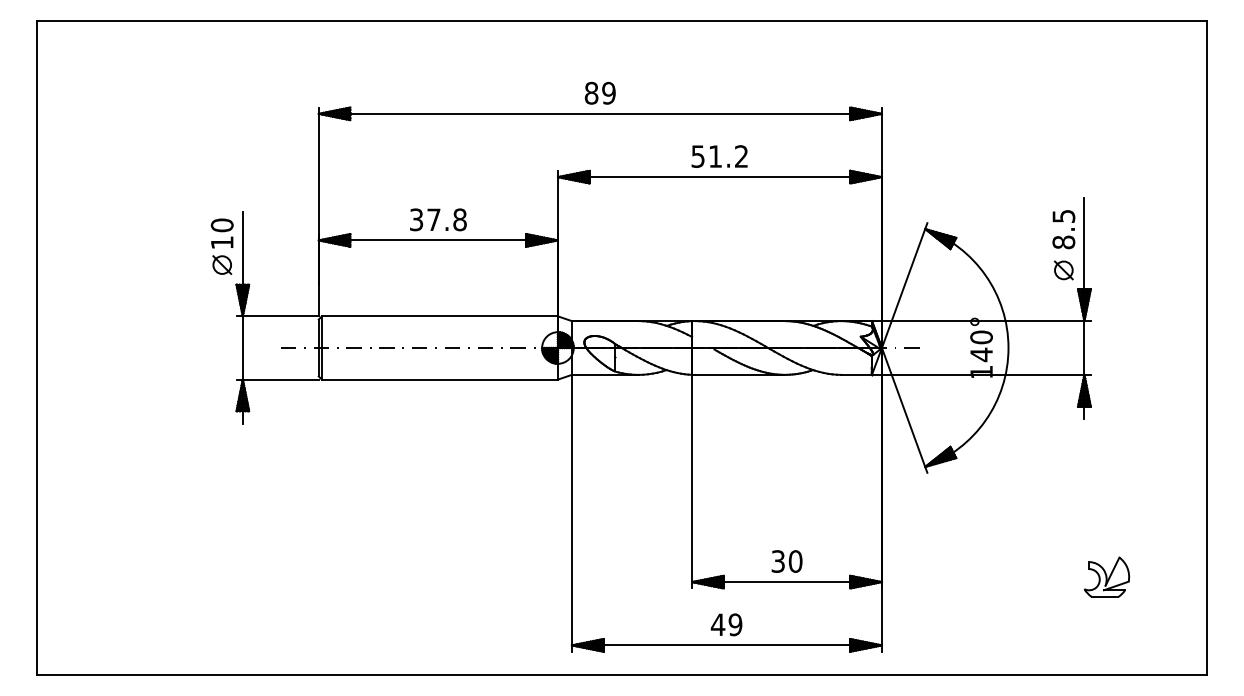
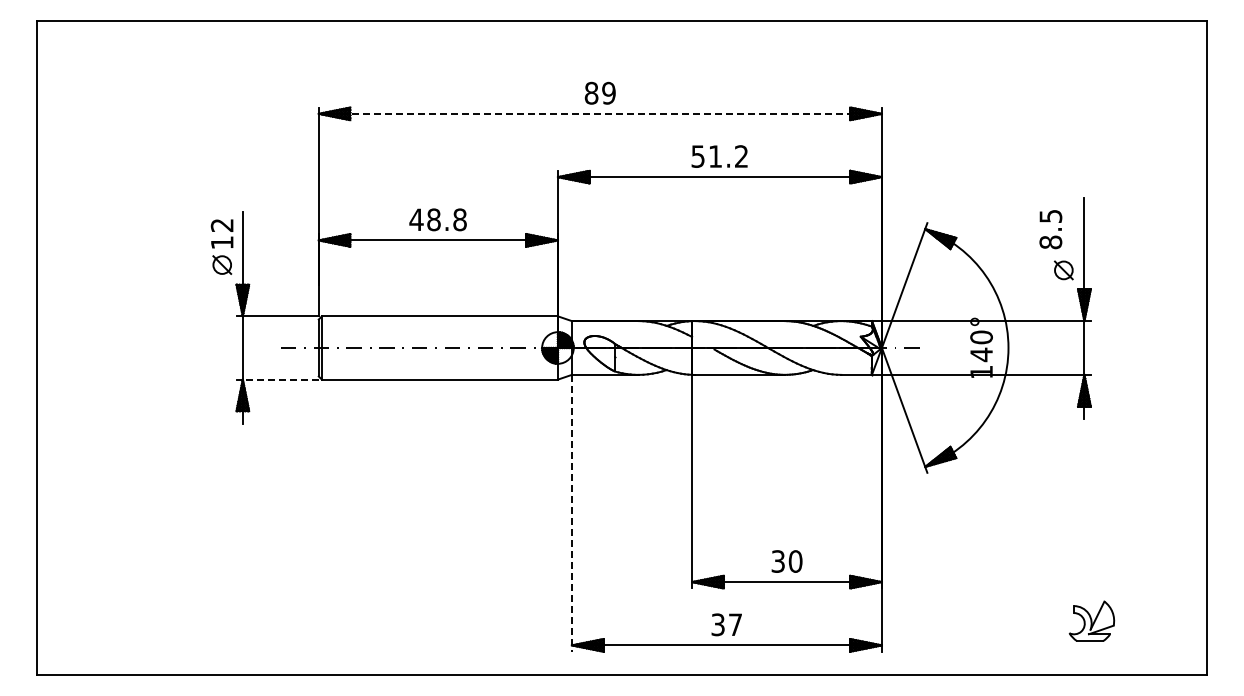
line at (600, 113): solid -> dashed
text at (424, 219): 37.8 -> 48.8
text at (221, 225): 10 -> 12
text at (1063, 229) position: (1063, 229) -> (1050, 229)
line at (280, 379): solid -> dashed
line at (571, 513): solid -> dashed
part at (1106, 576) position: (1106, 576) -> (1091, 620)
text at (726, 624): 49 -> 37
